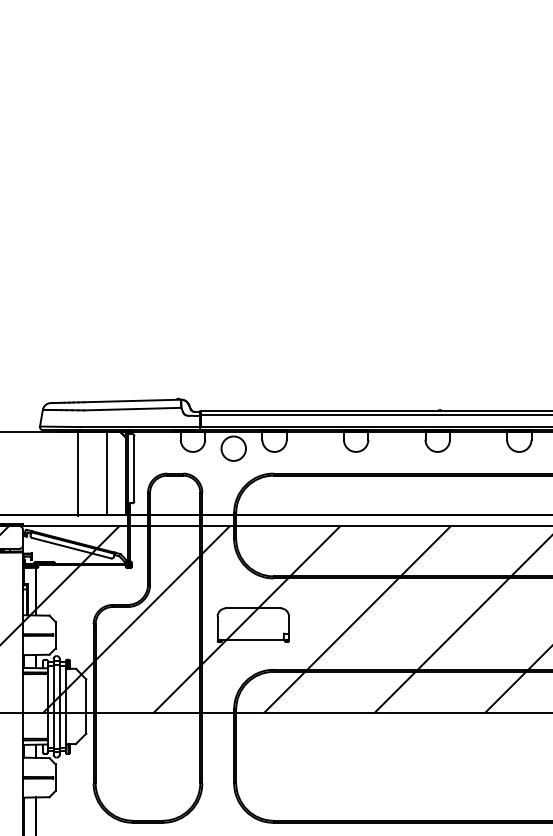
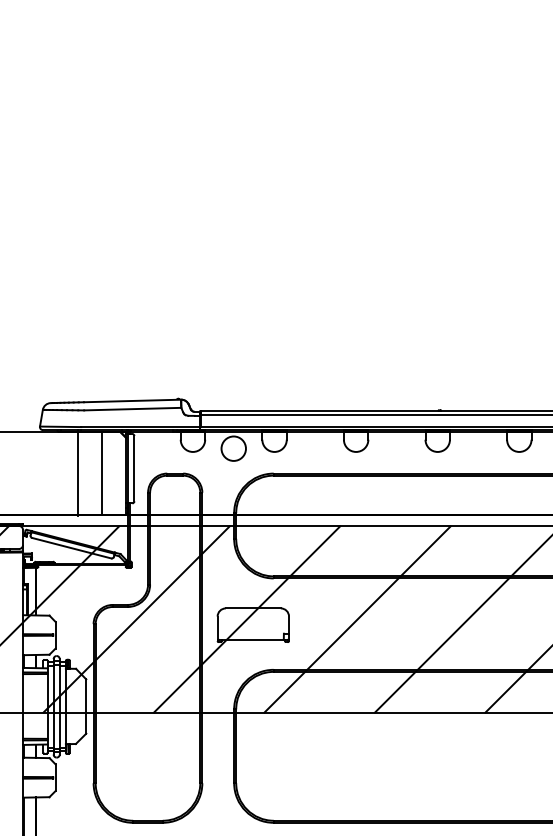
line at (107, 473) position: (107, 473) -> (102, 473)
